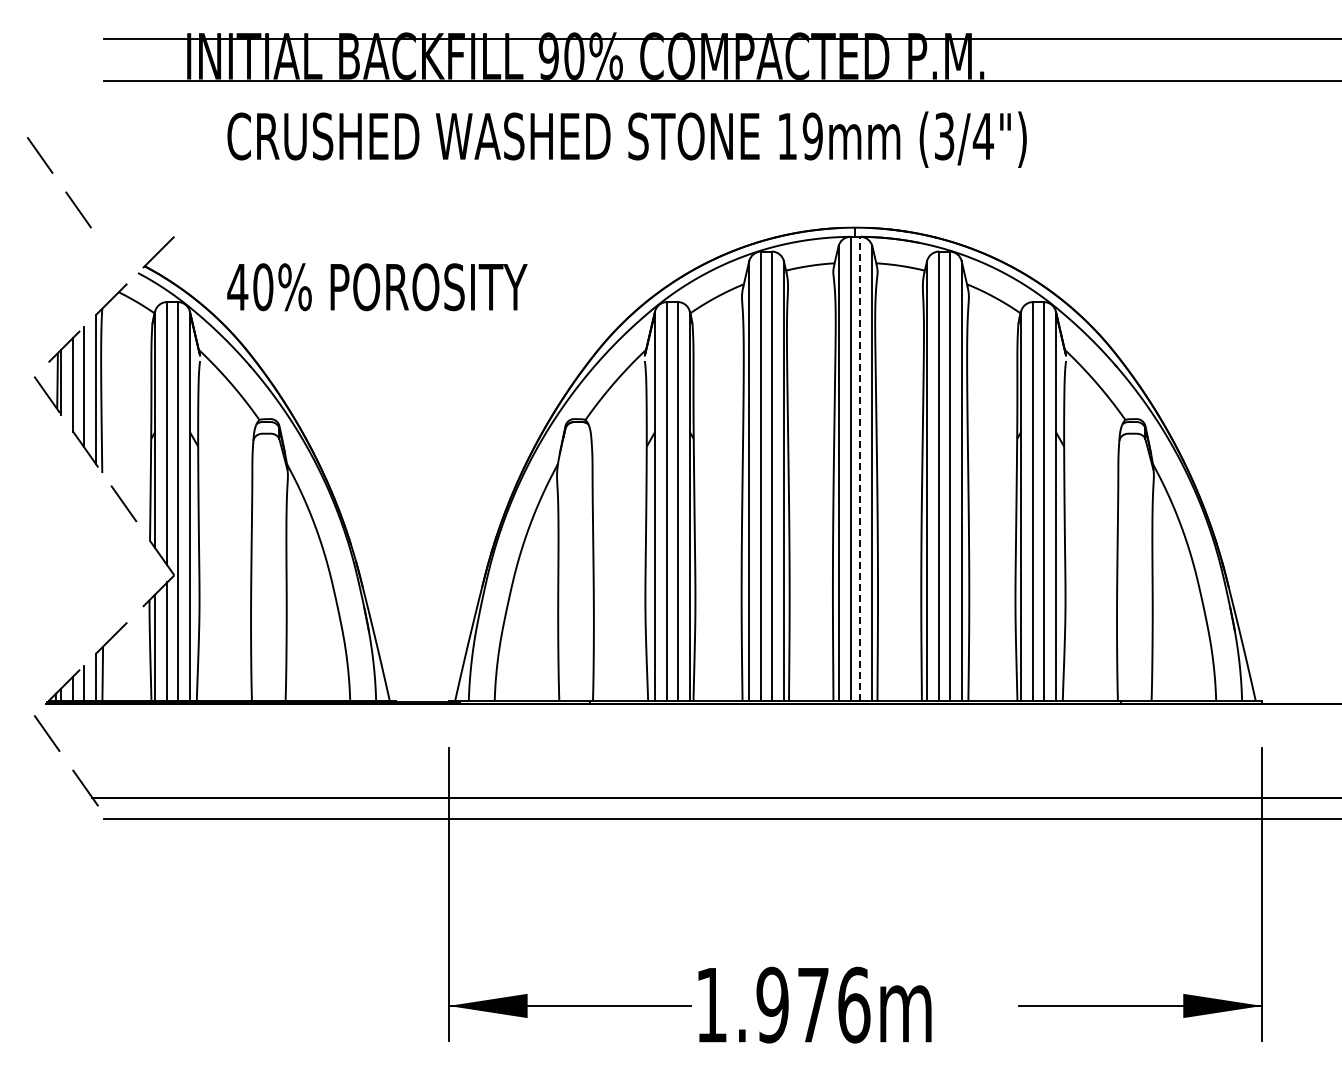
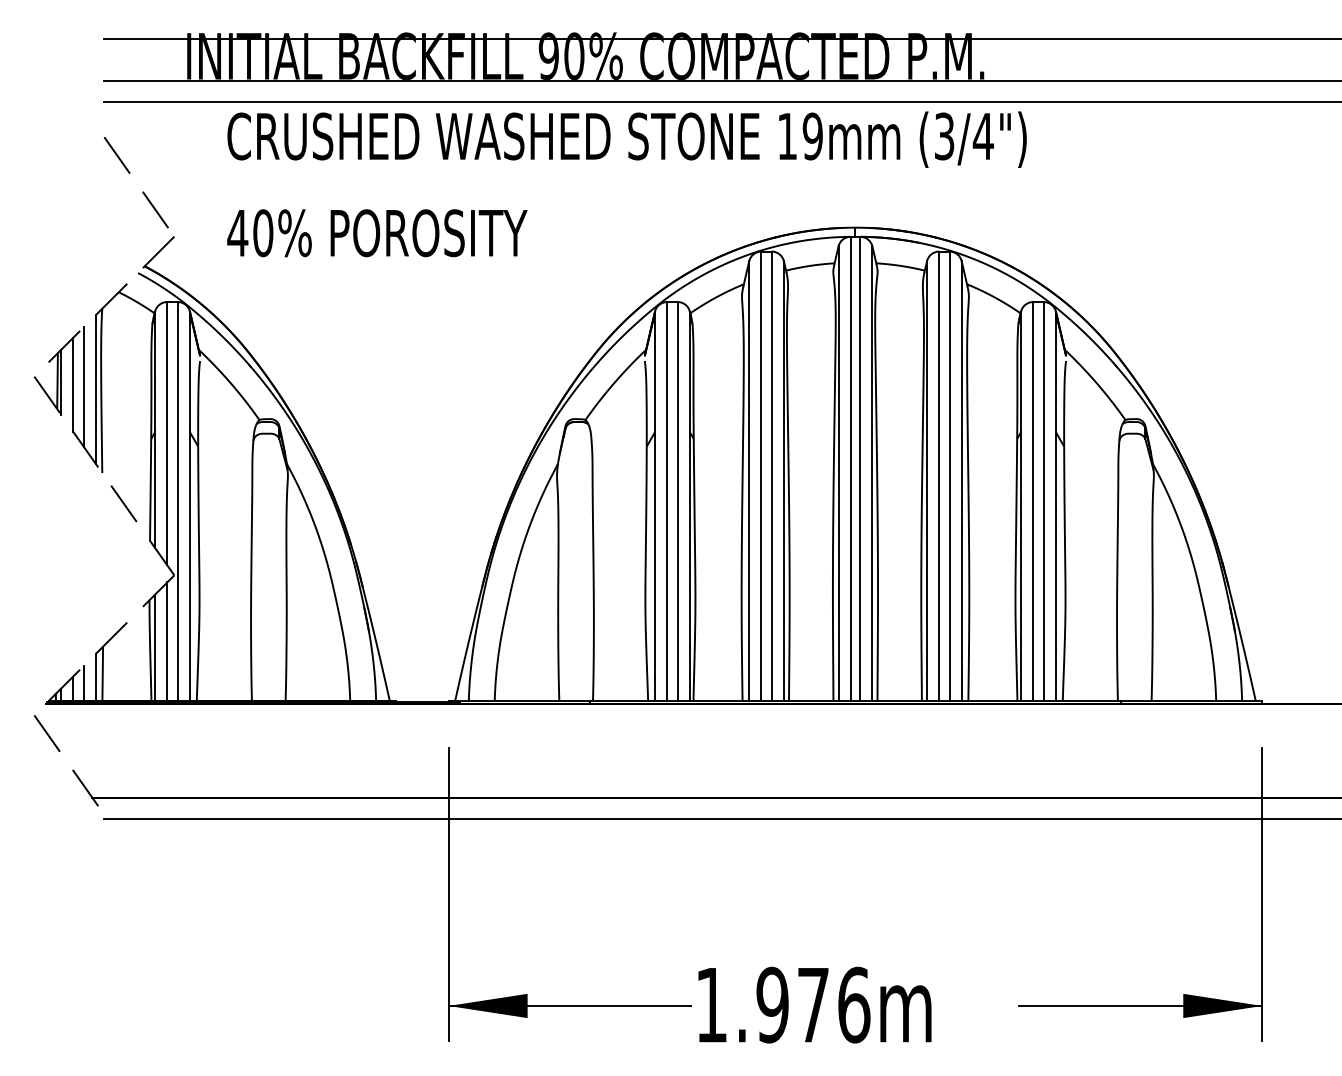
line at (721, 102): none -> present
line at (53, 173) position: (53, 173) -> (130, 173)
text at (377, 287) position: (377, 287) -> (377, 233)
line at (860, 468): dashed -> solid
